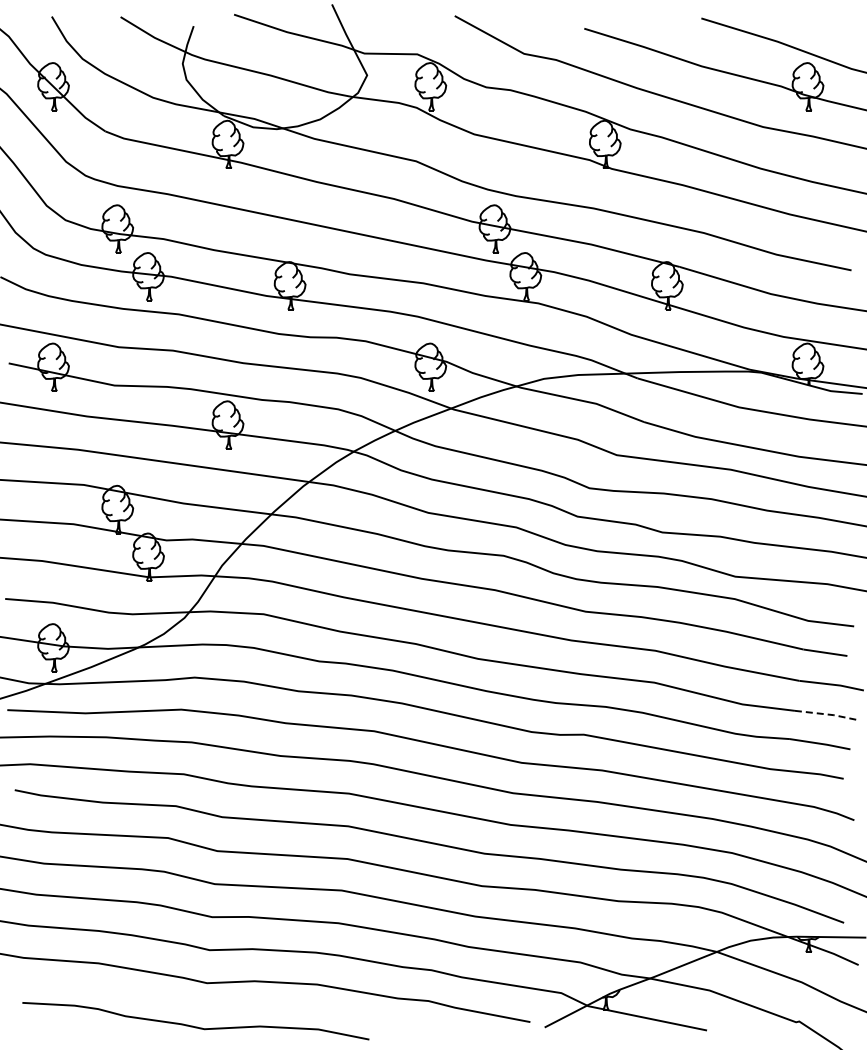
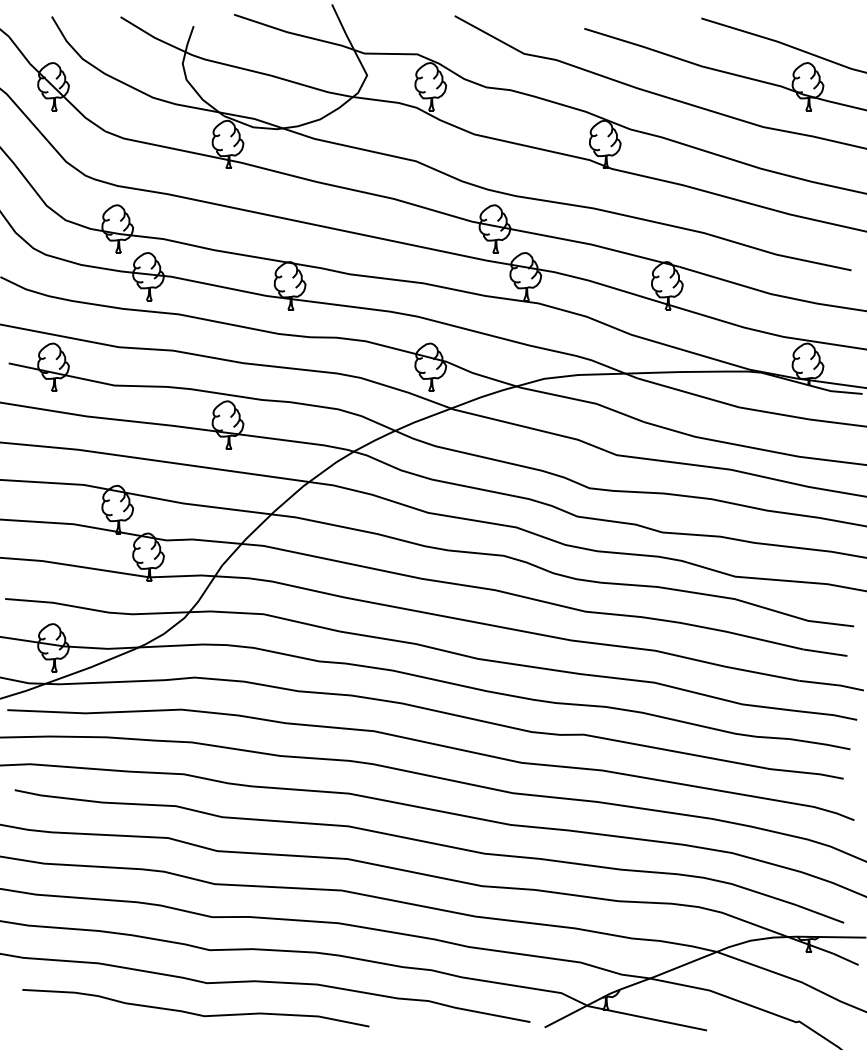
line at (827, 714): dashed -> solid
curve at (193, 1025) position: (193, 1025) -> (193, 1012)
